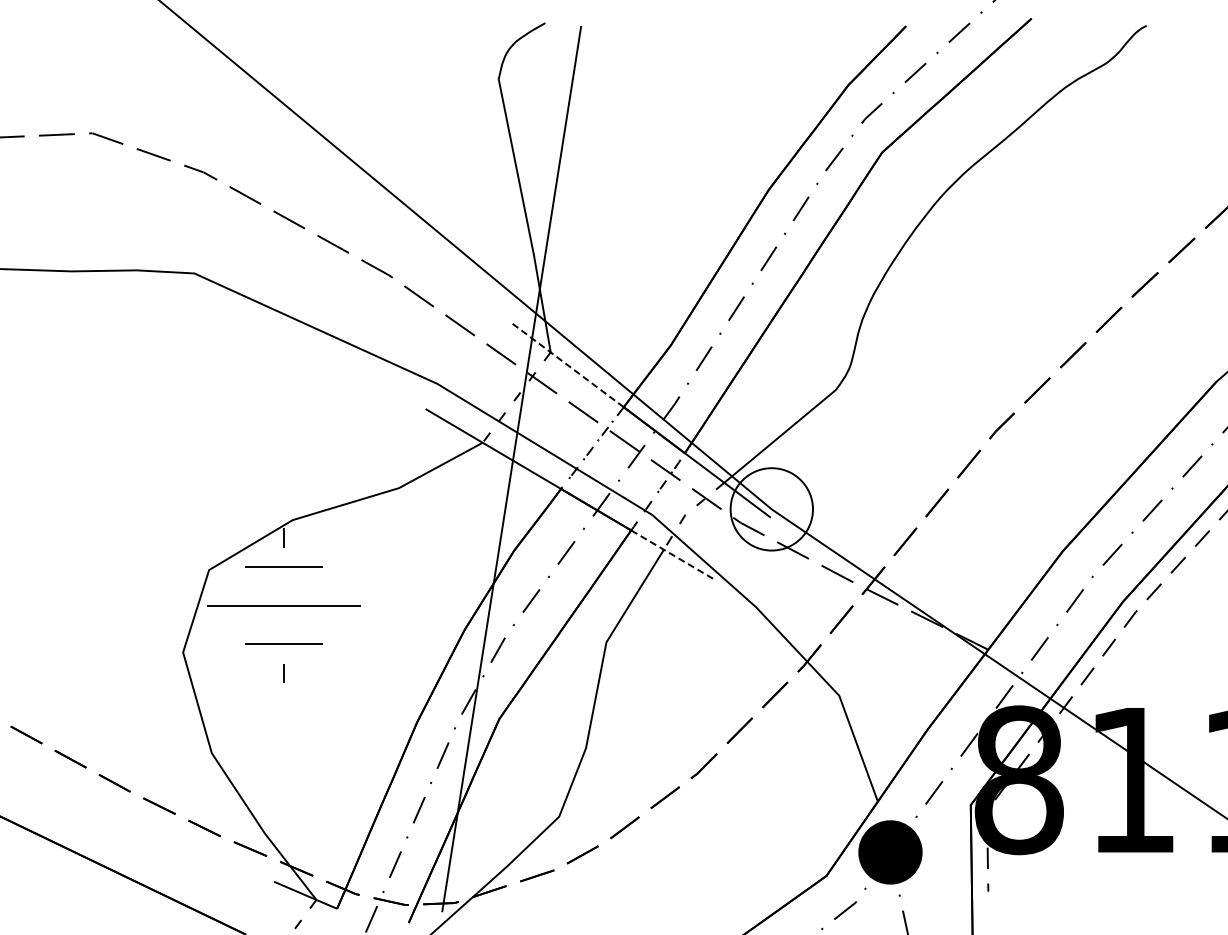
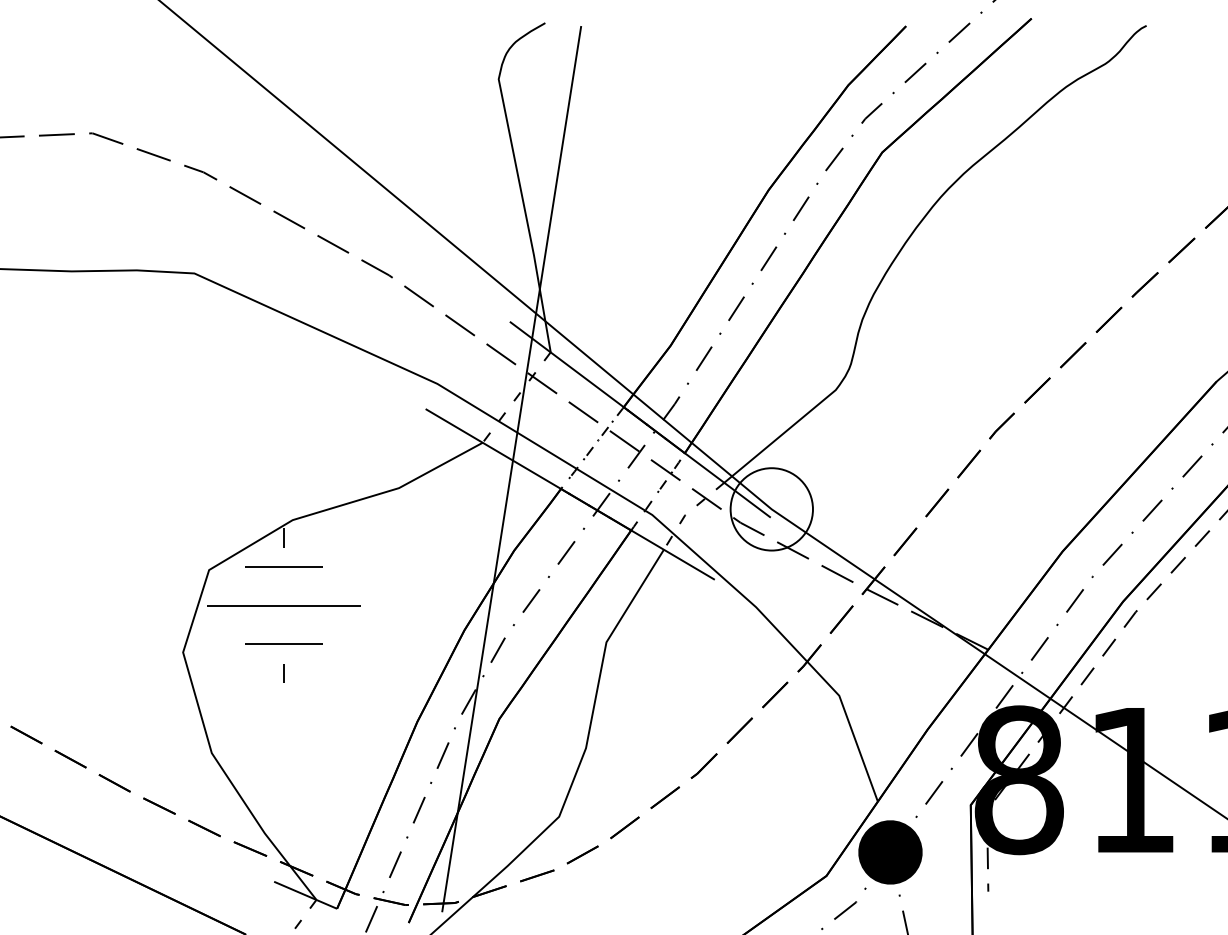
line at (566, 364): dashed -> solid
line at (673, 555): dashed -> solid
